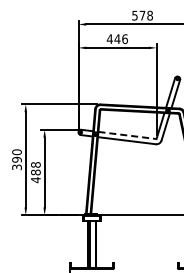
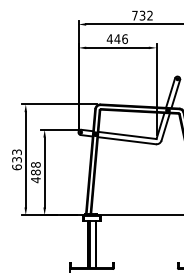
text at (142, 15): 578 -> 732
line at (127, 135): dashed -> solid
text at (16, 159): 390 -> 633
